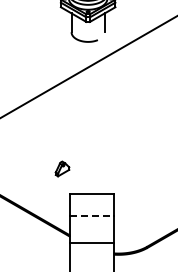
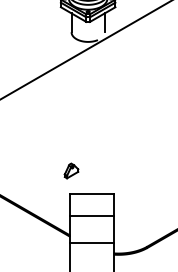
line at (88, 67) position: (88, 67) -> (85, 50)
part at (62, 168) position: (62, 168) -> (71, 170)
line at (92, 216): dashed -> solid
